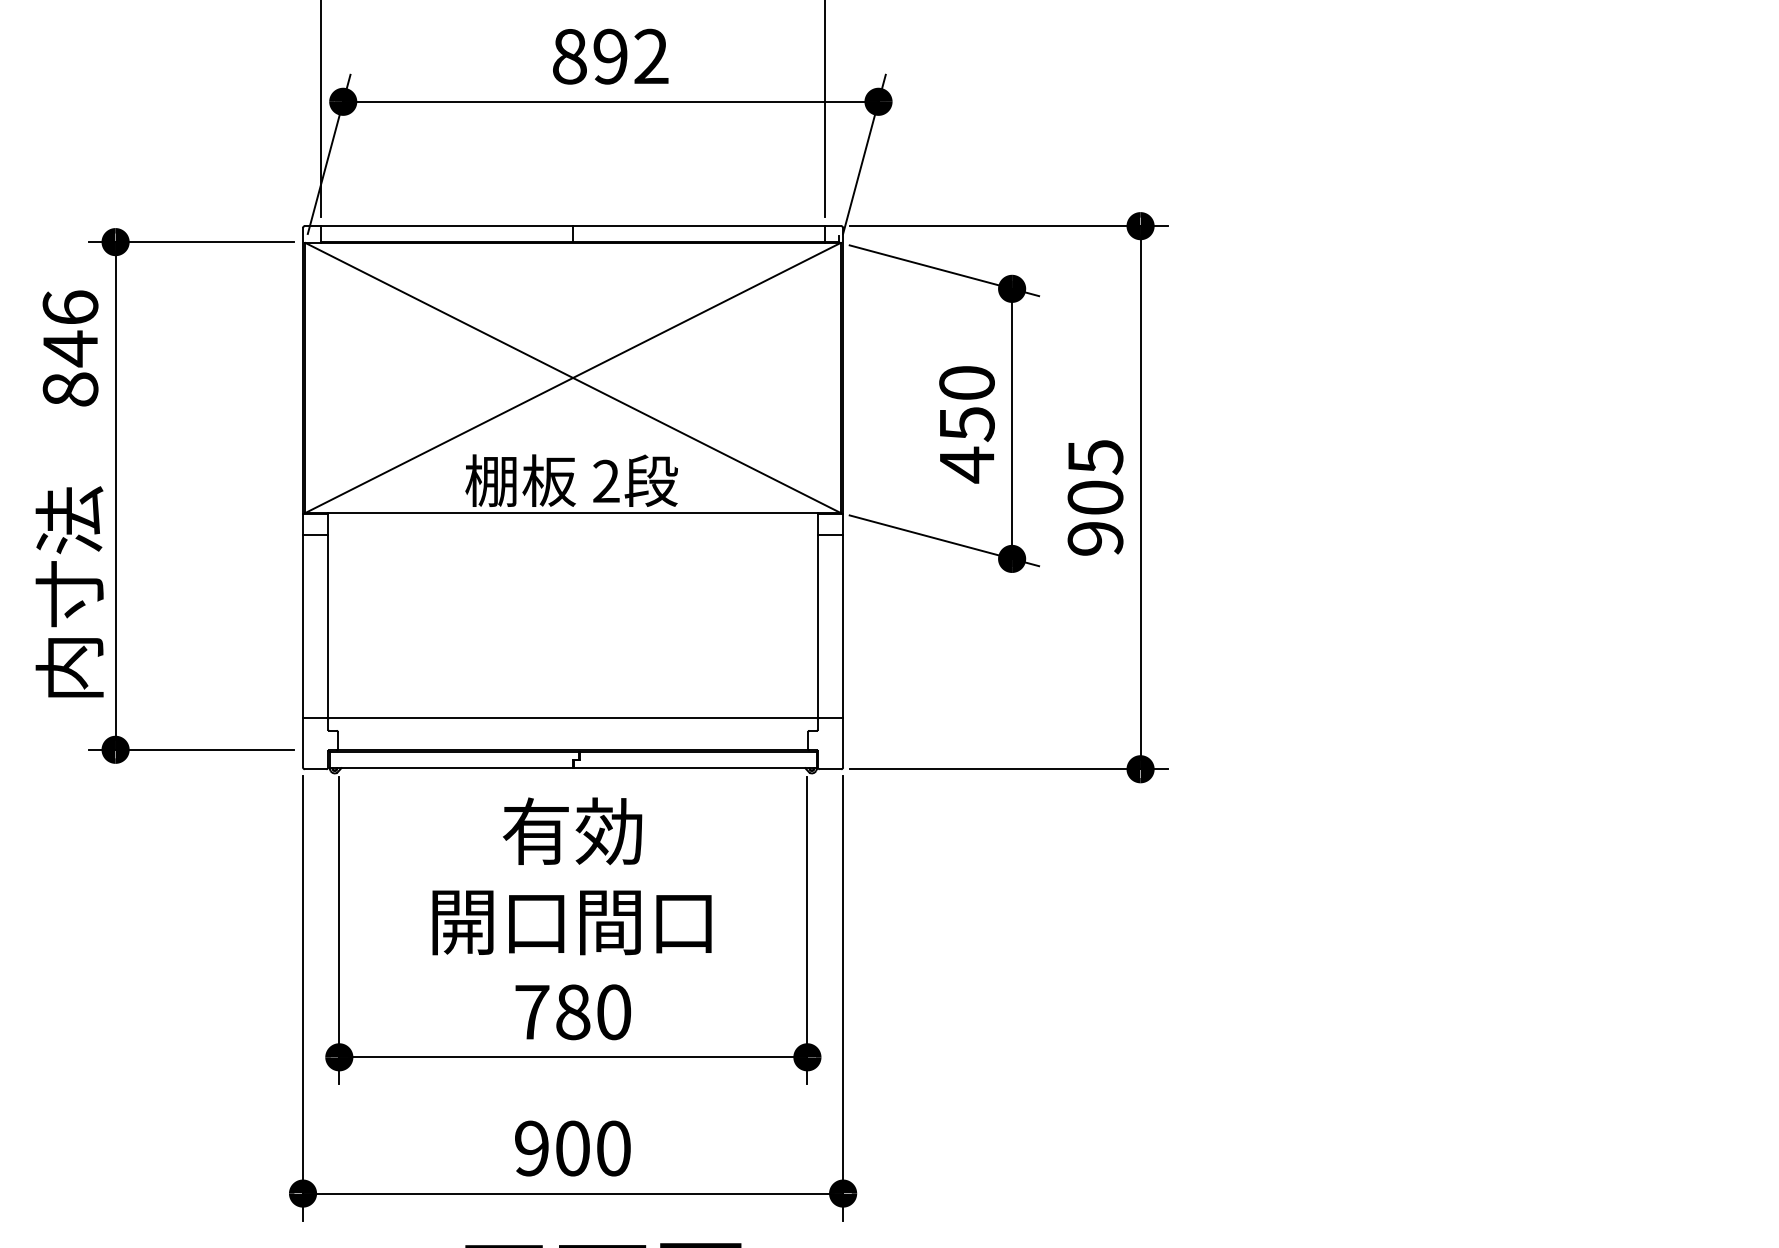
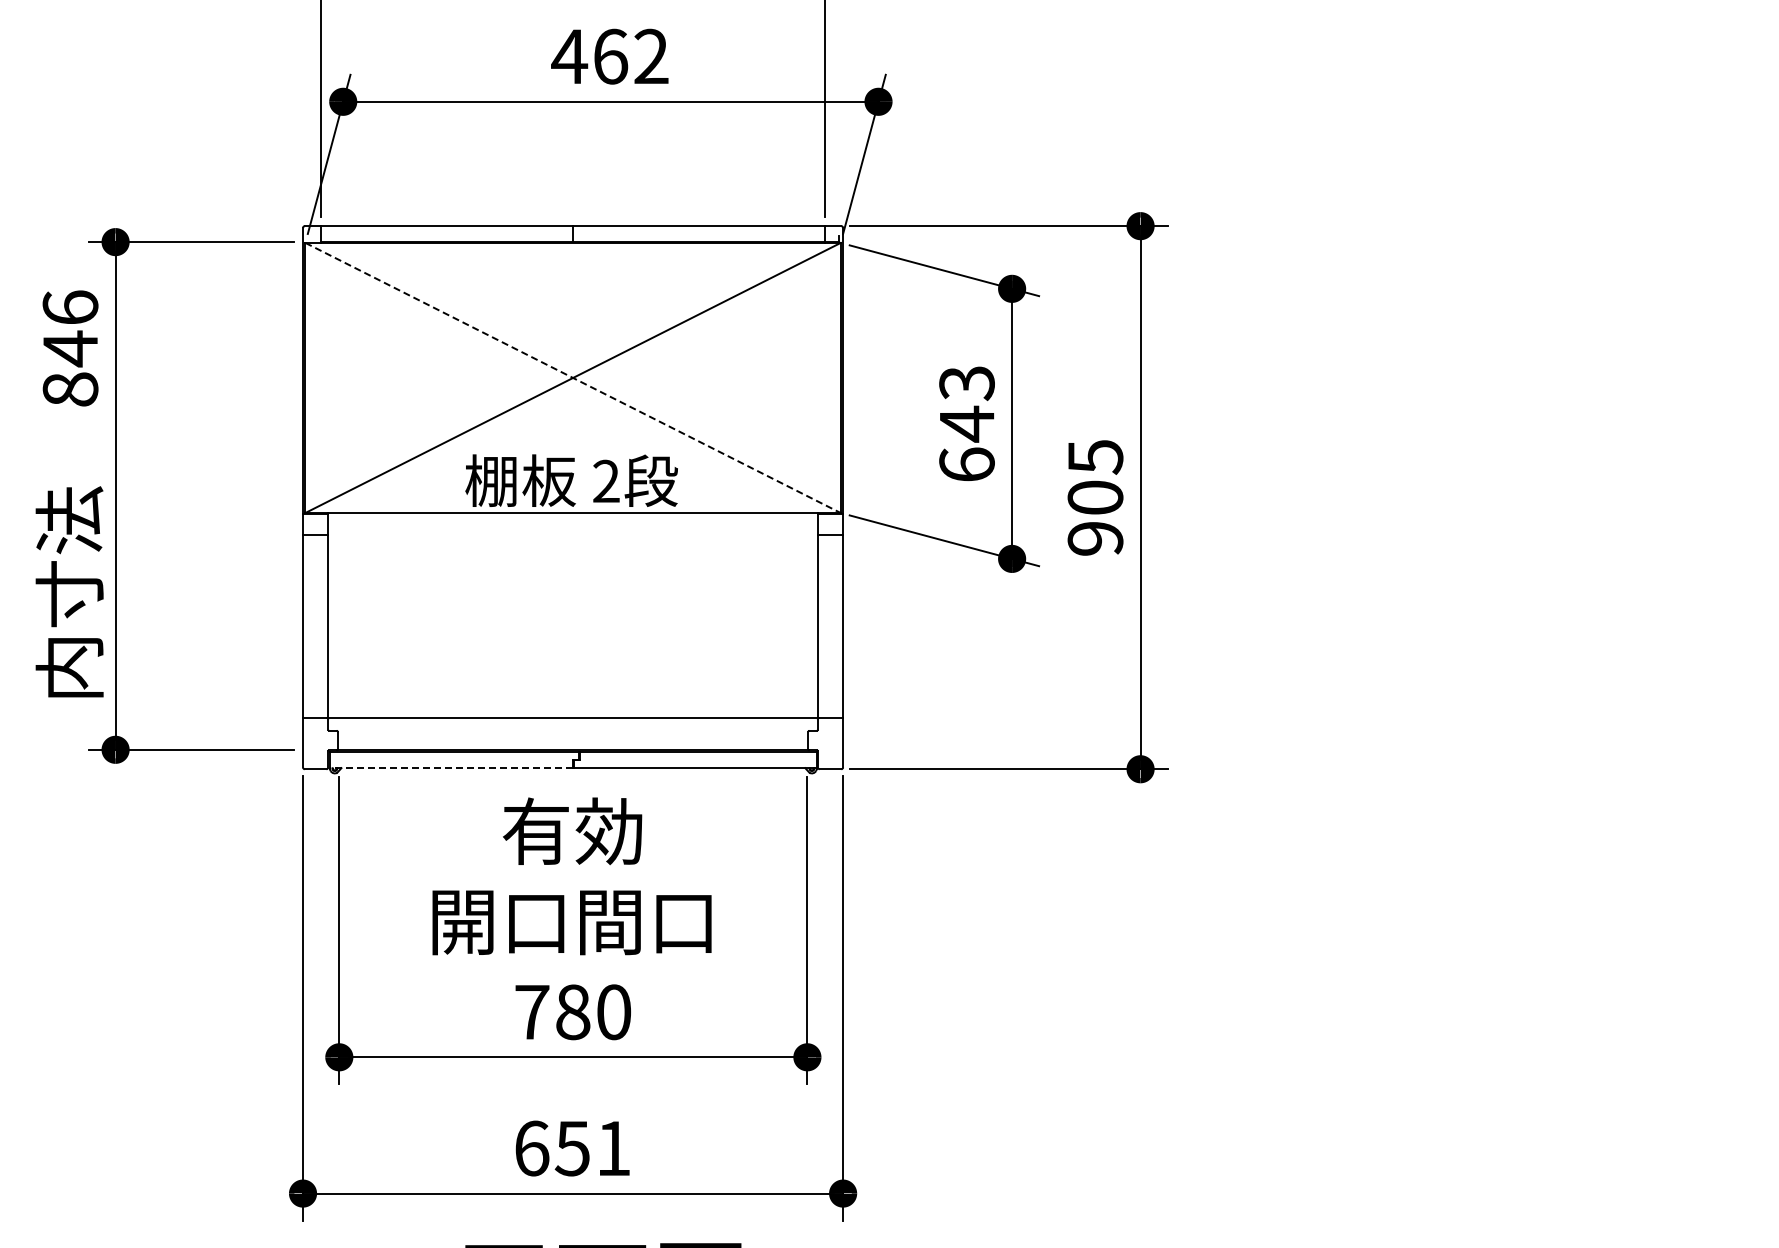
text at (589, 56): 892 -> 462
line at (573, 377): solid -> dashed
text at (966, 424): 450 -> 643
line at (451, 767): solid -> dashed
text at (572, 1148): 900 -> 651
